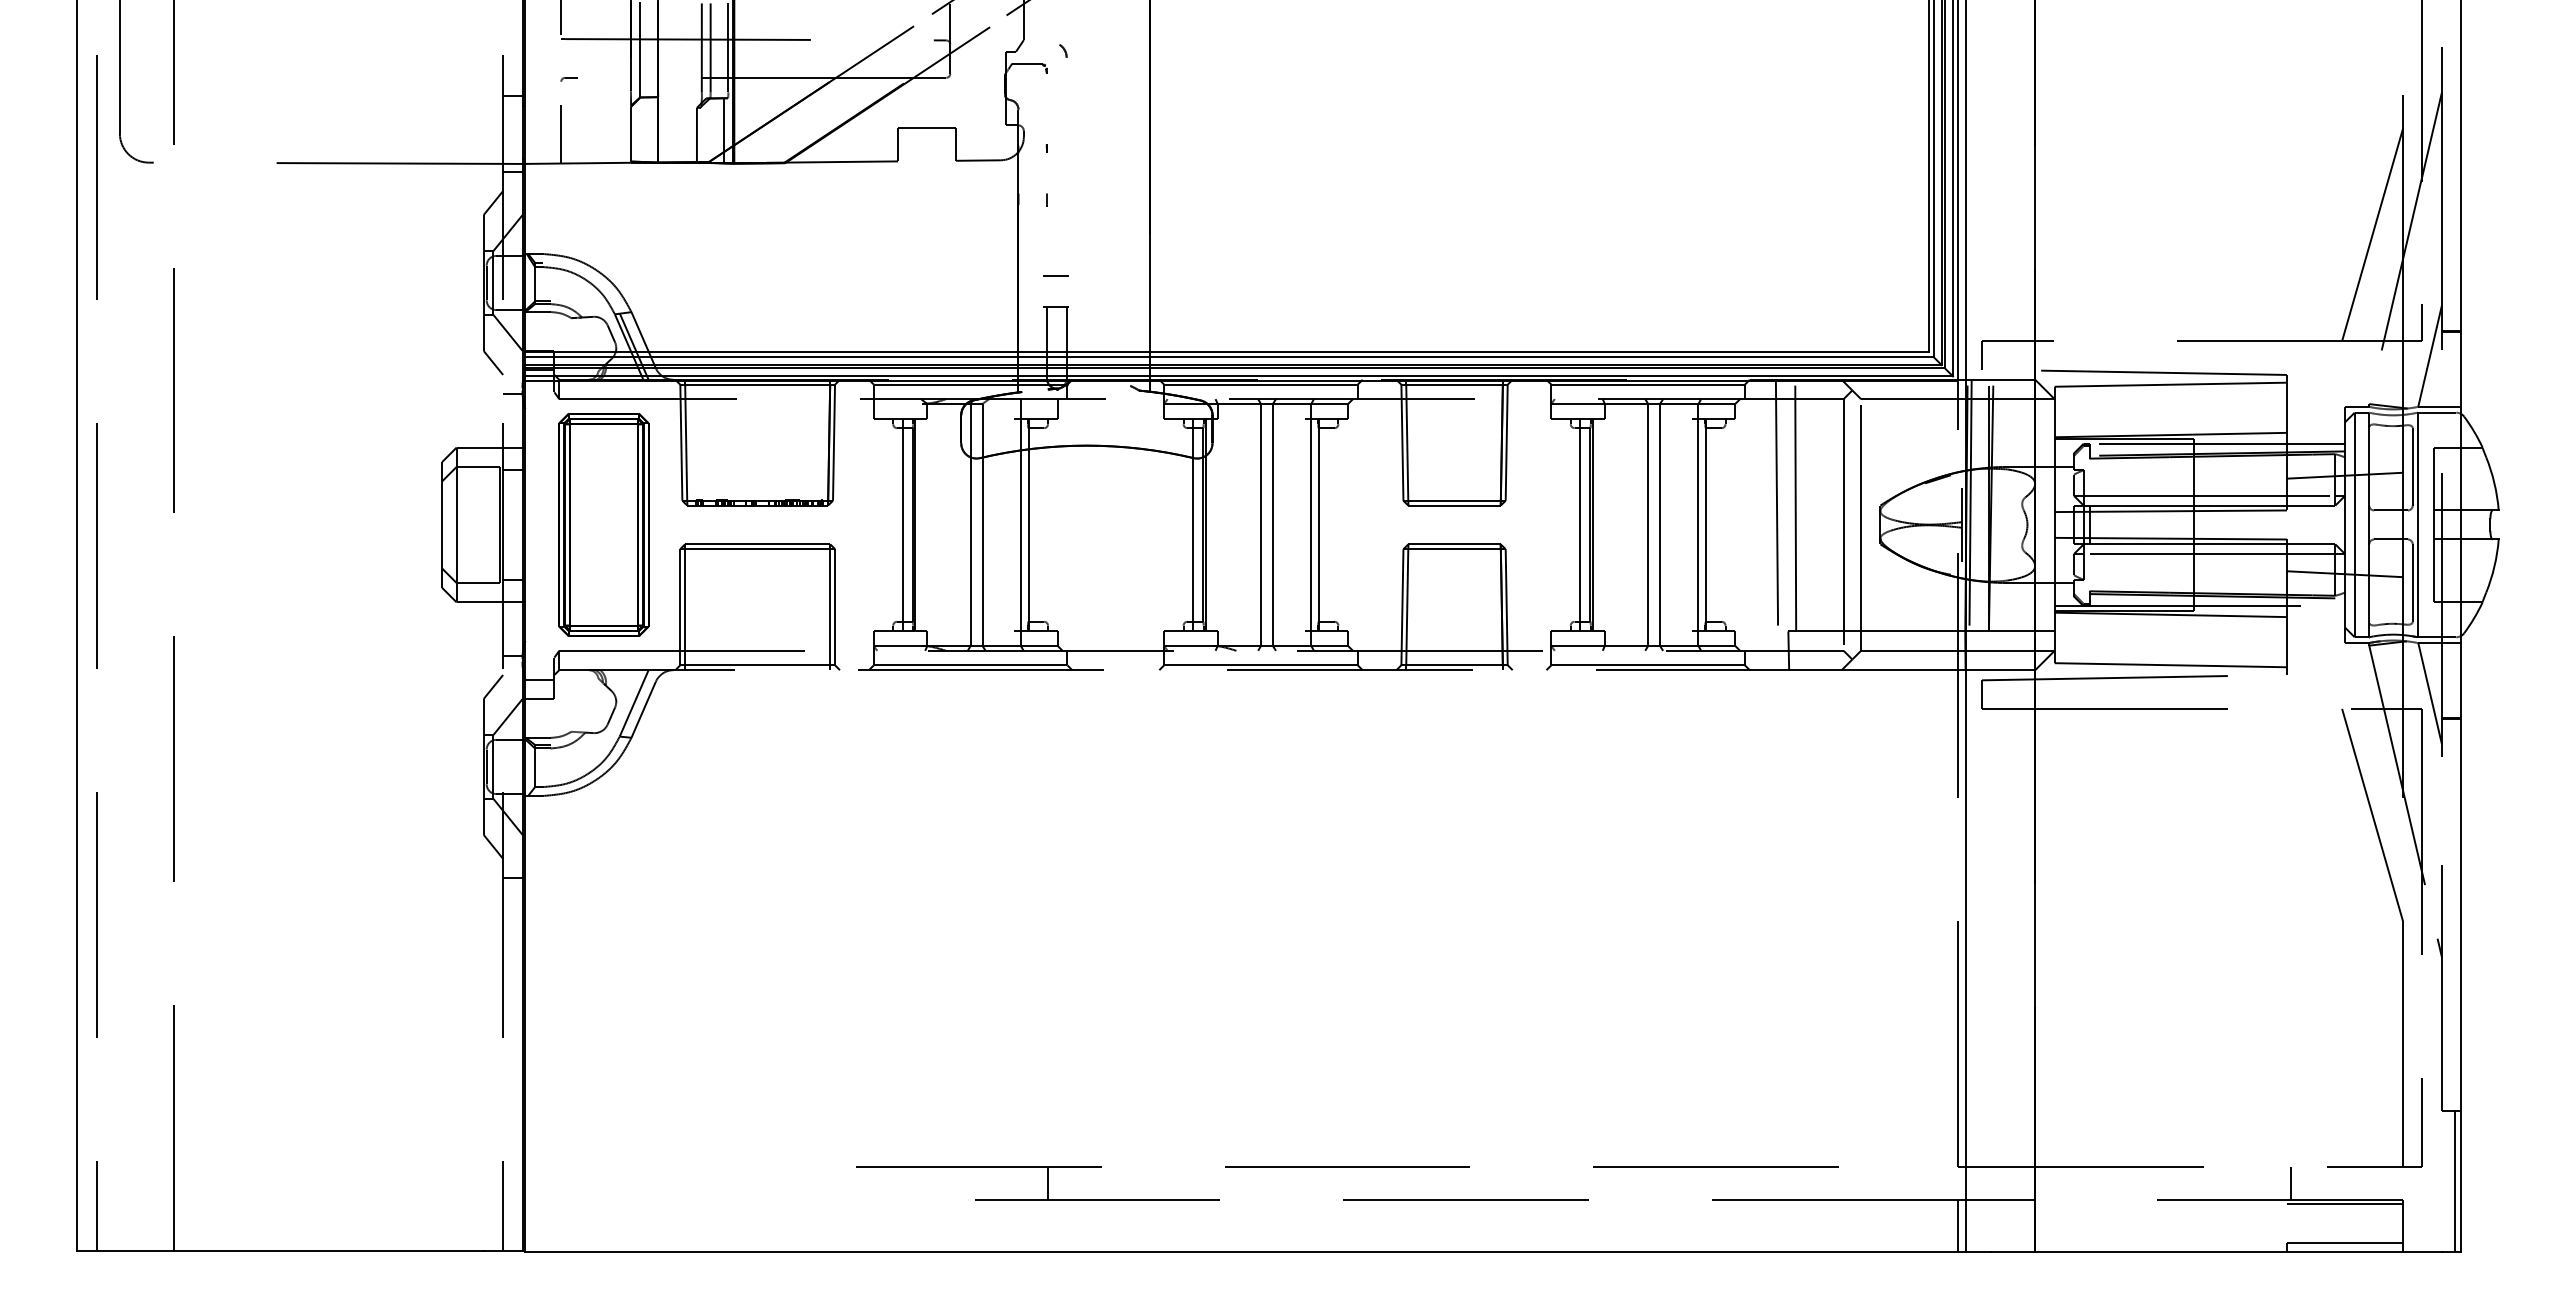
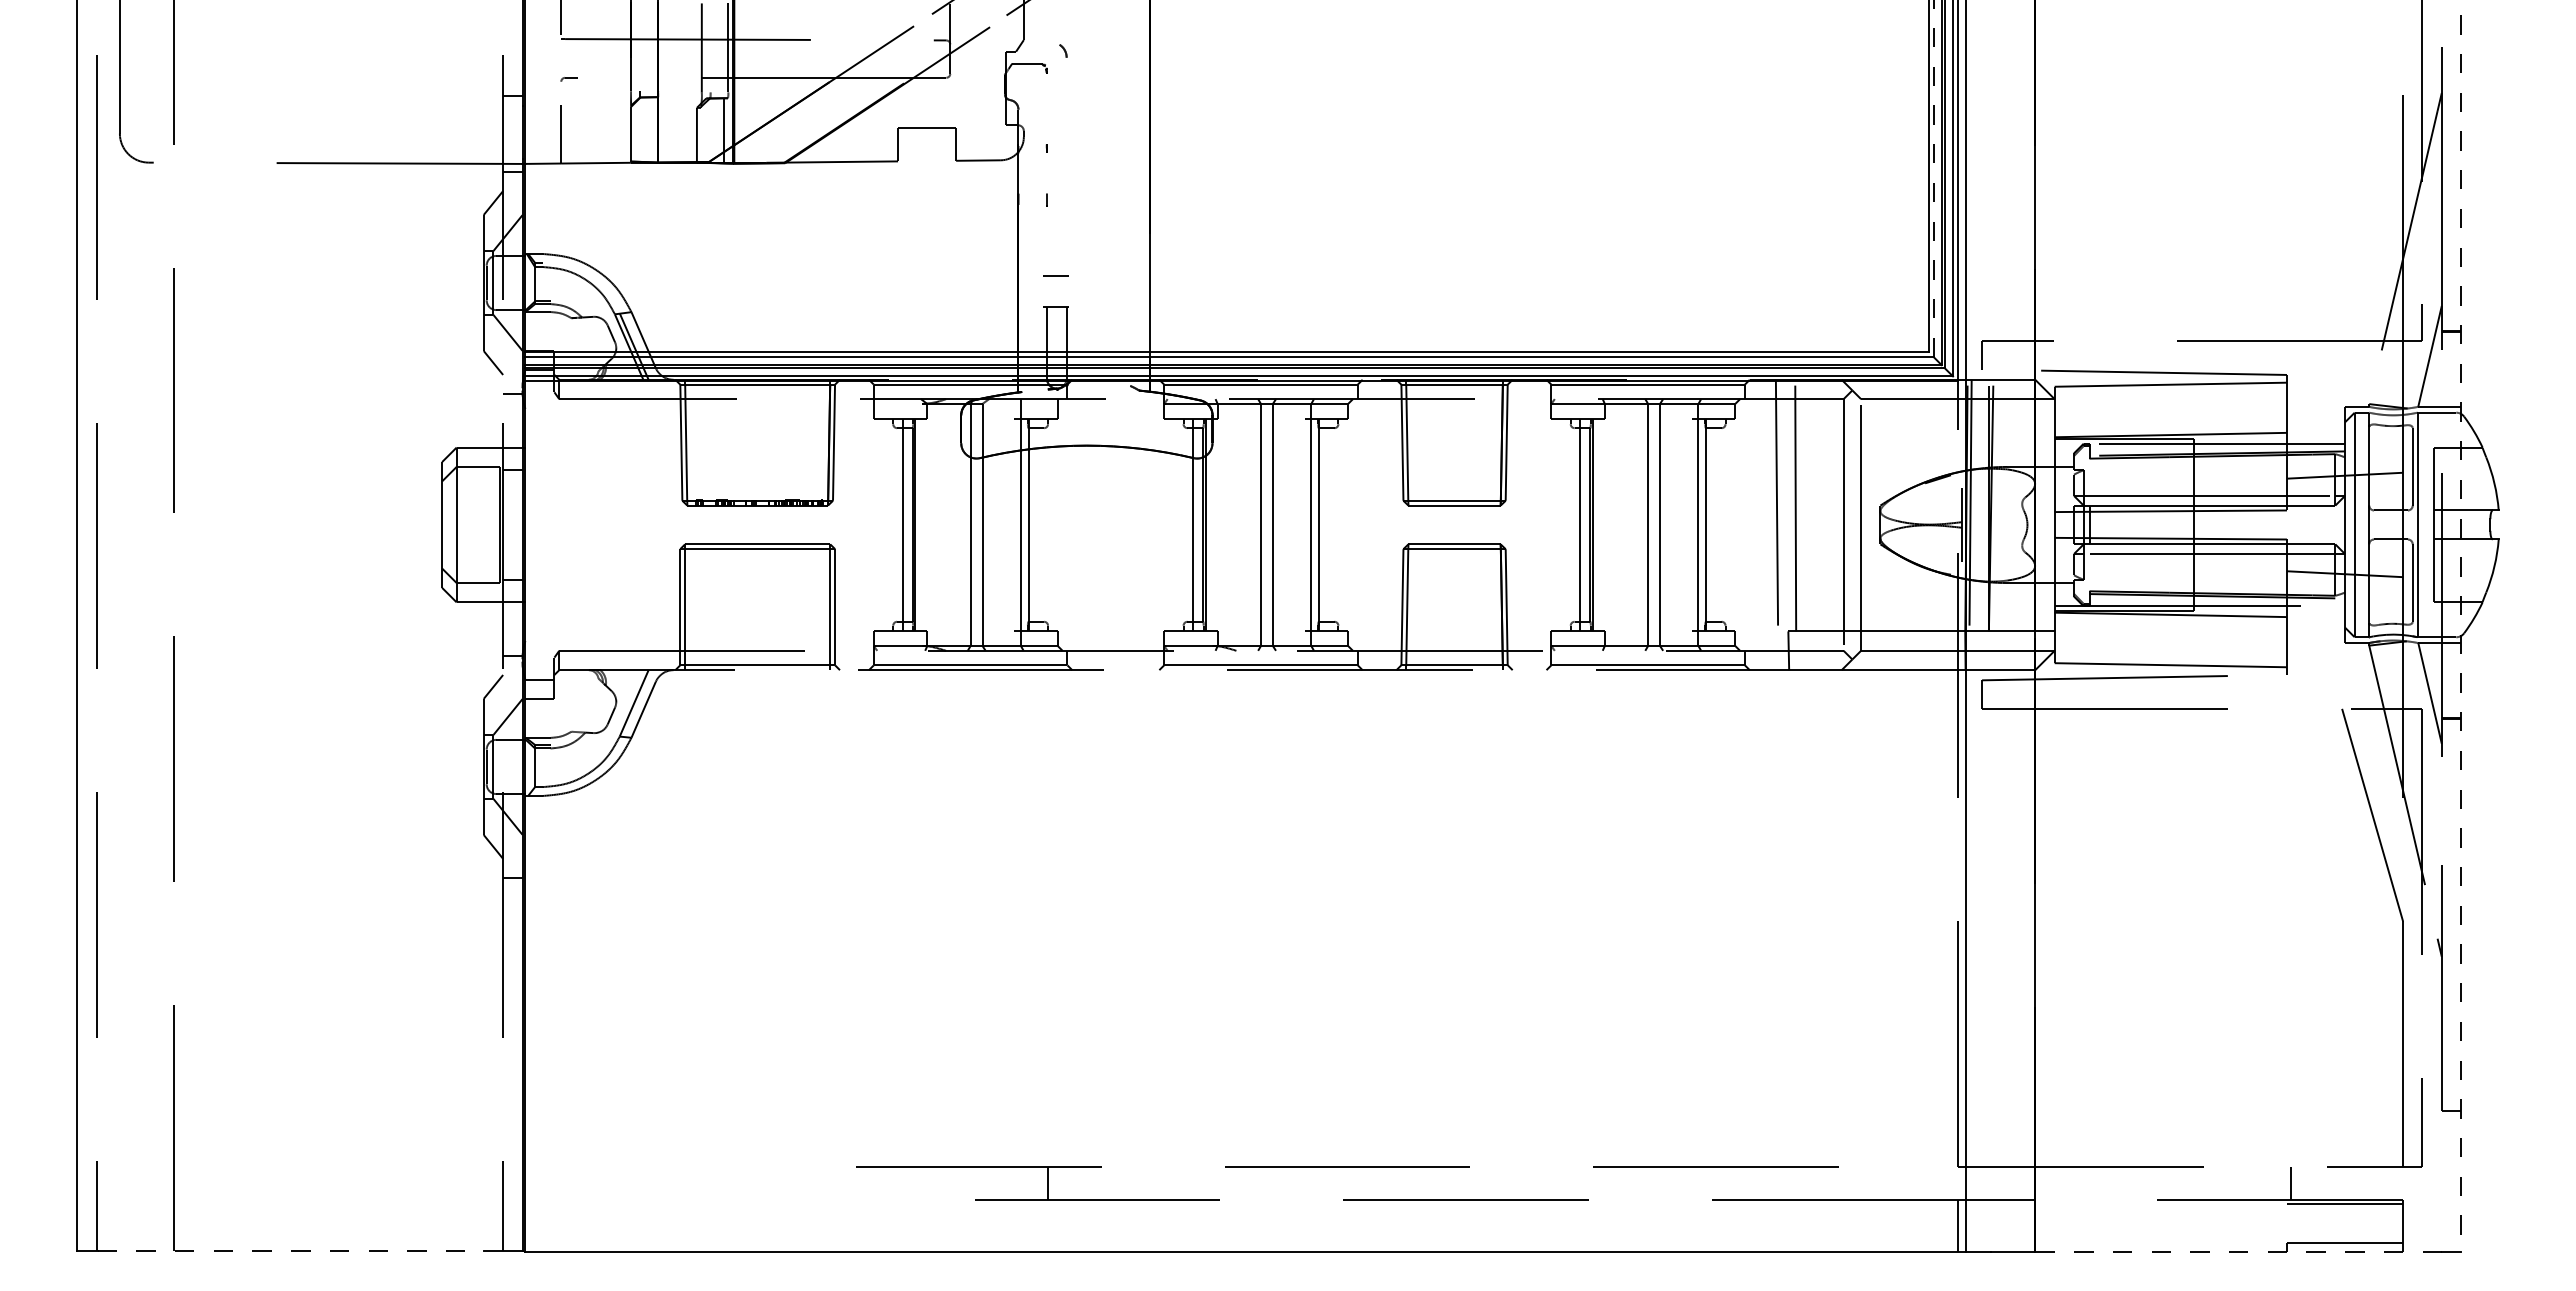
line at (640, 46): present -> none
line at (710, 47): present -> none
line at (1933, 178): solid -> dashed
line at (2372, 234): present -> none
part at (603, 524): present -> none
line at (2461, 626): solid -> dashed
line at (2455, 1181): present -> none
line at (291, 1250): solid -> dashed
line at (2238, 1252): solid -> dashed
